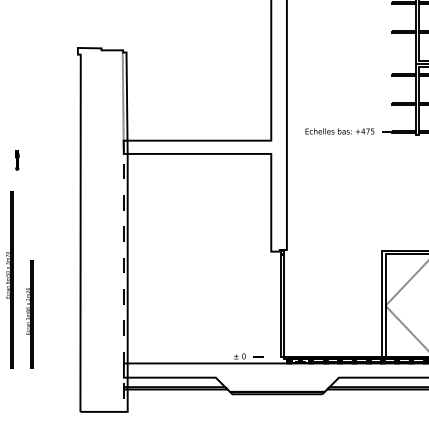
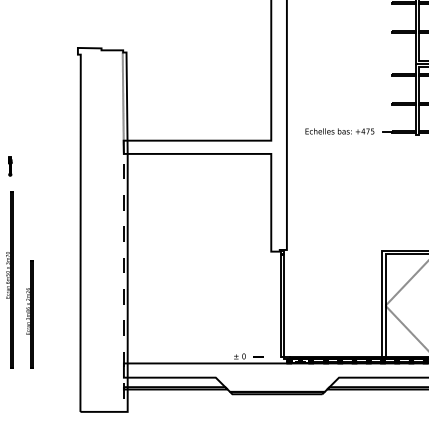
line at (17, 160) position: (17, 160) -> (10, 166)
